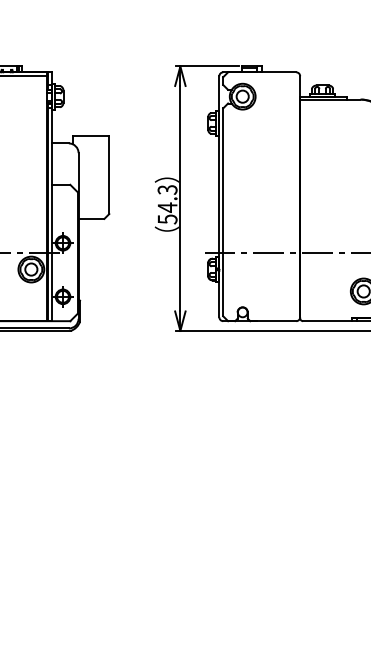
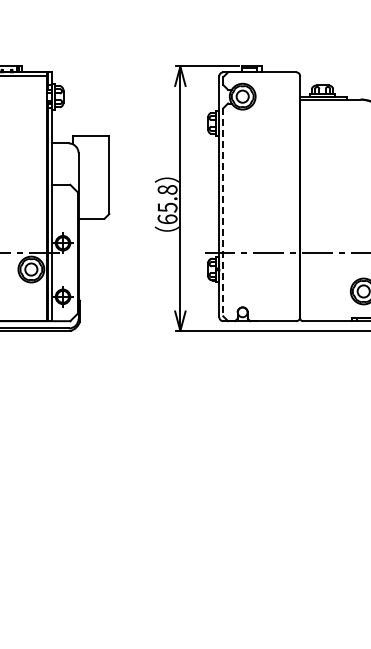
text at (167, 204): 54.3 -> 65.8
line at (223, 212): solid -> dashed
